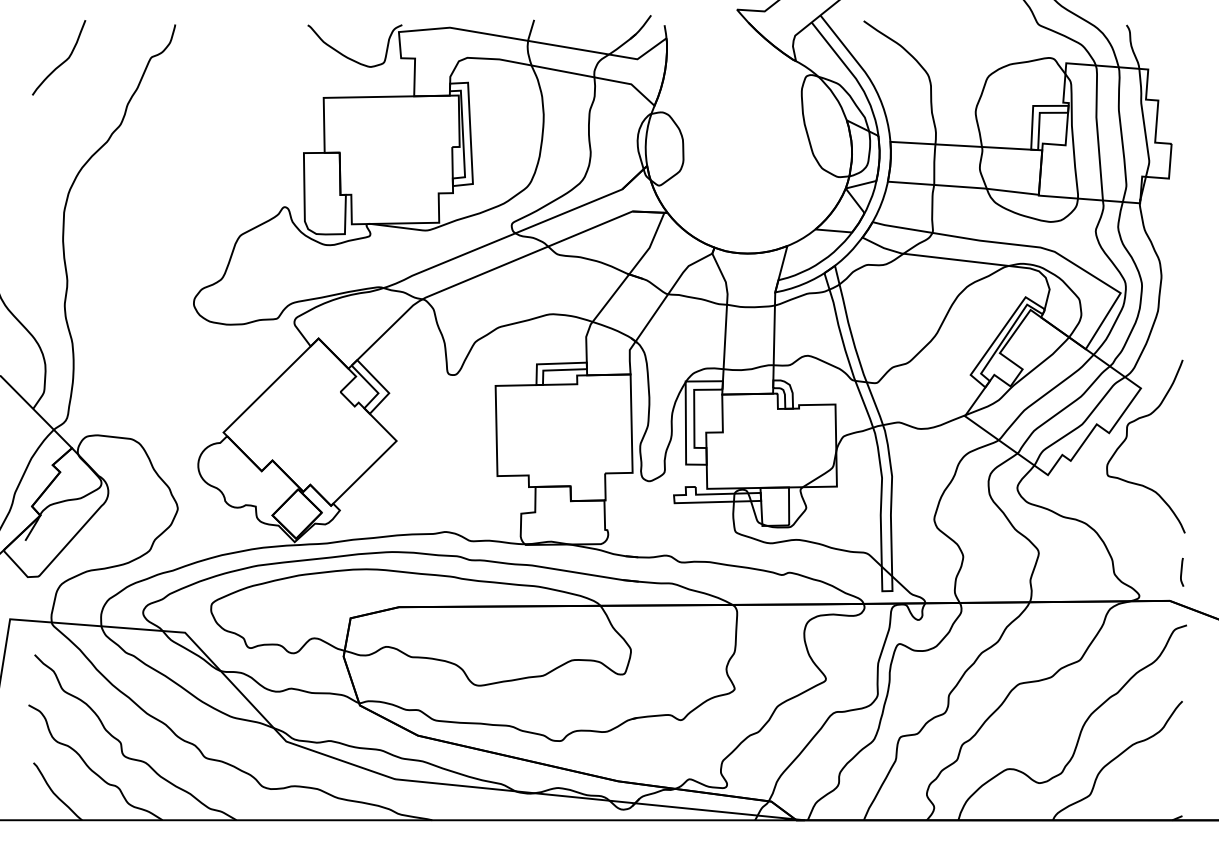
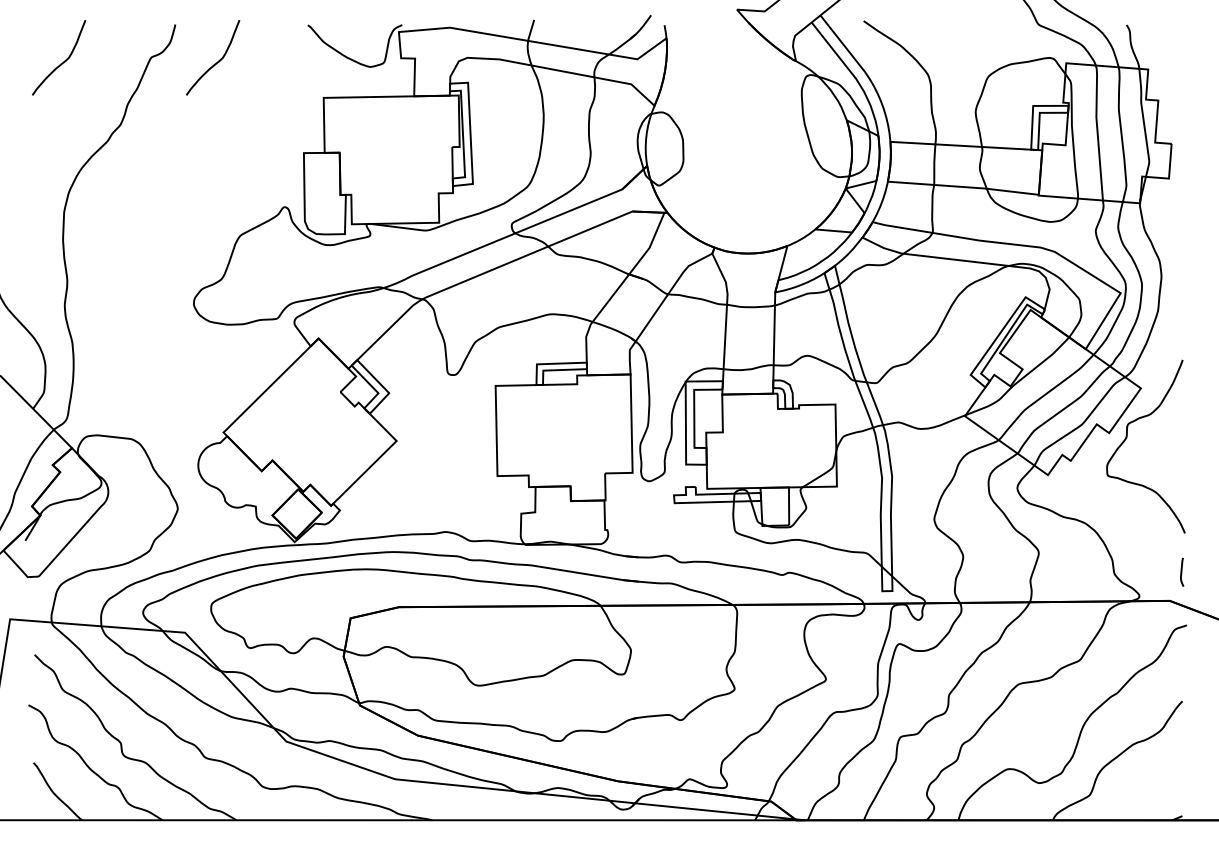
curve at (217, 61): none -> present
